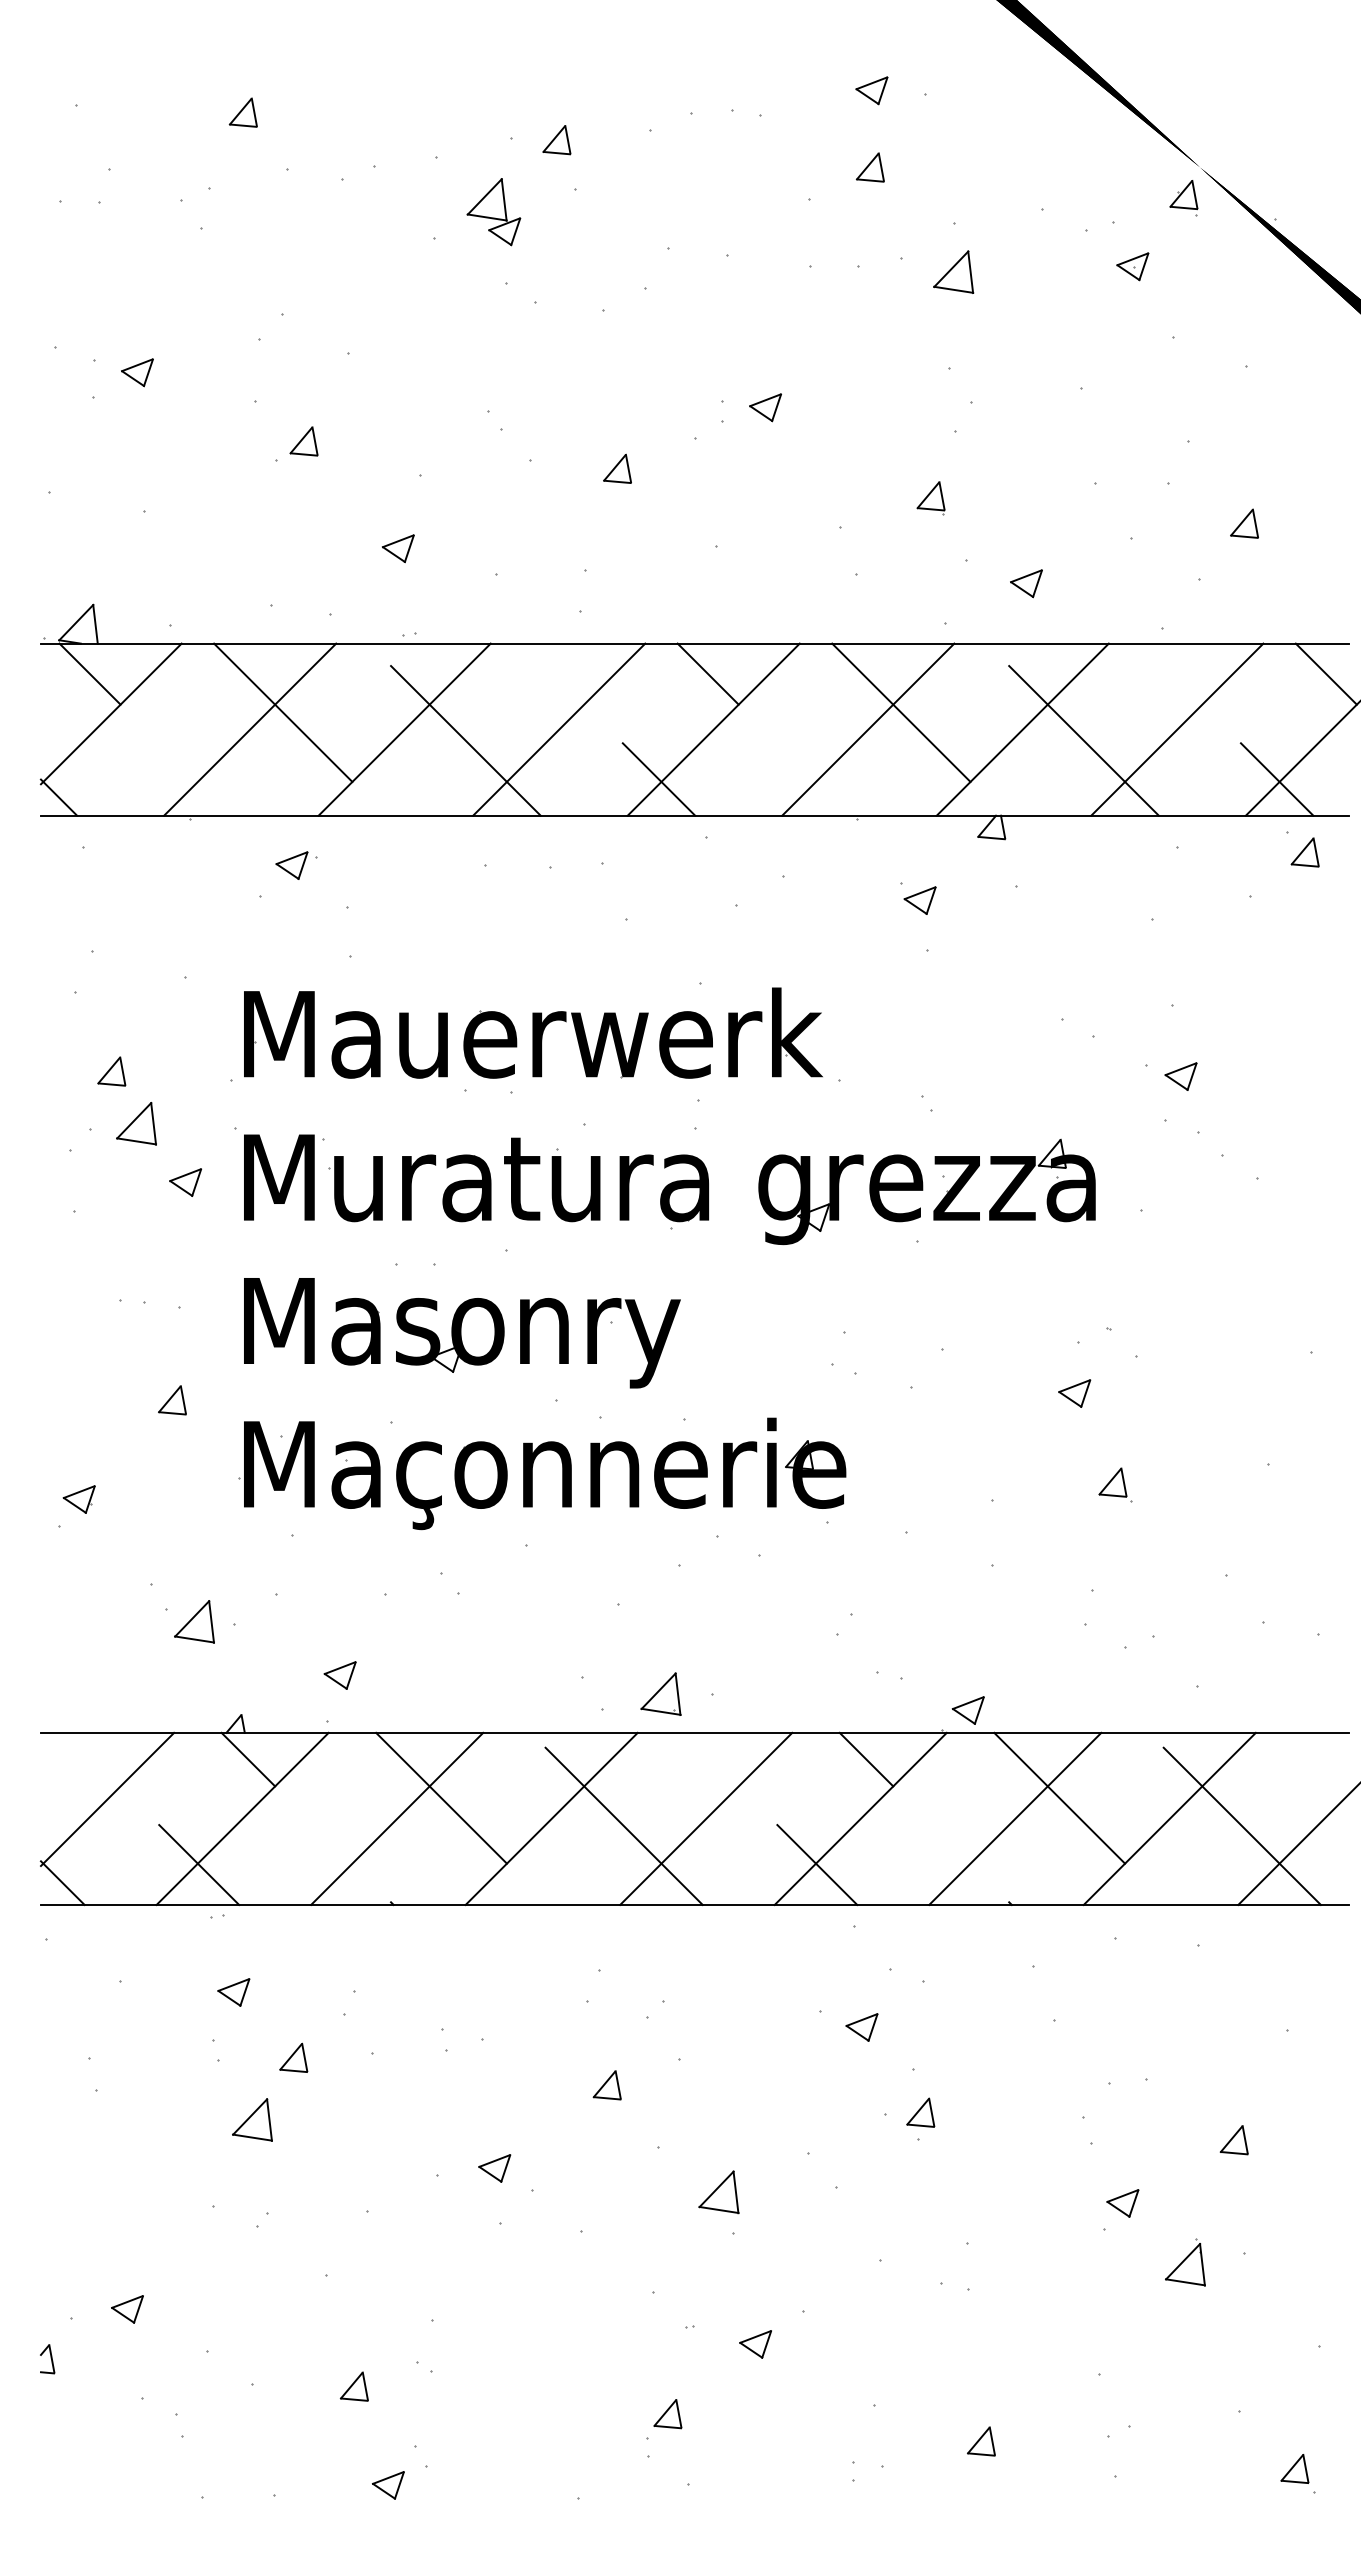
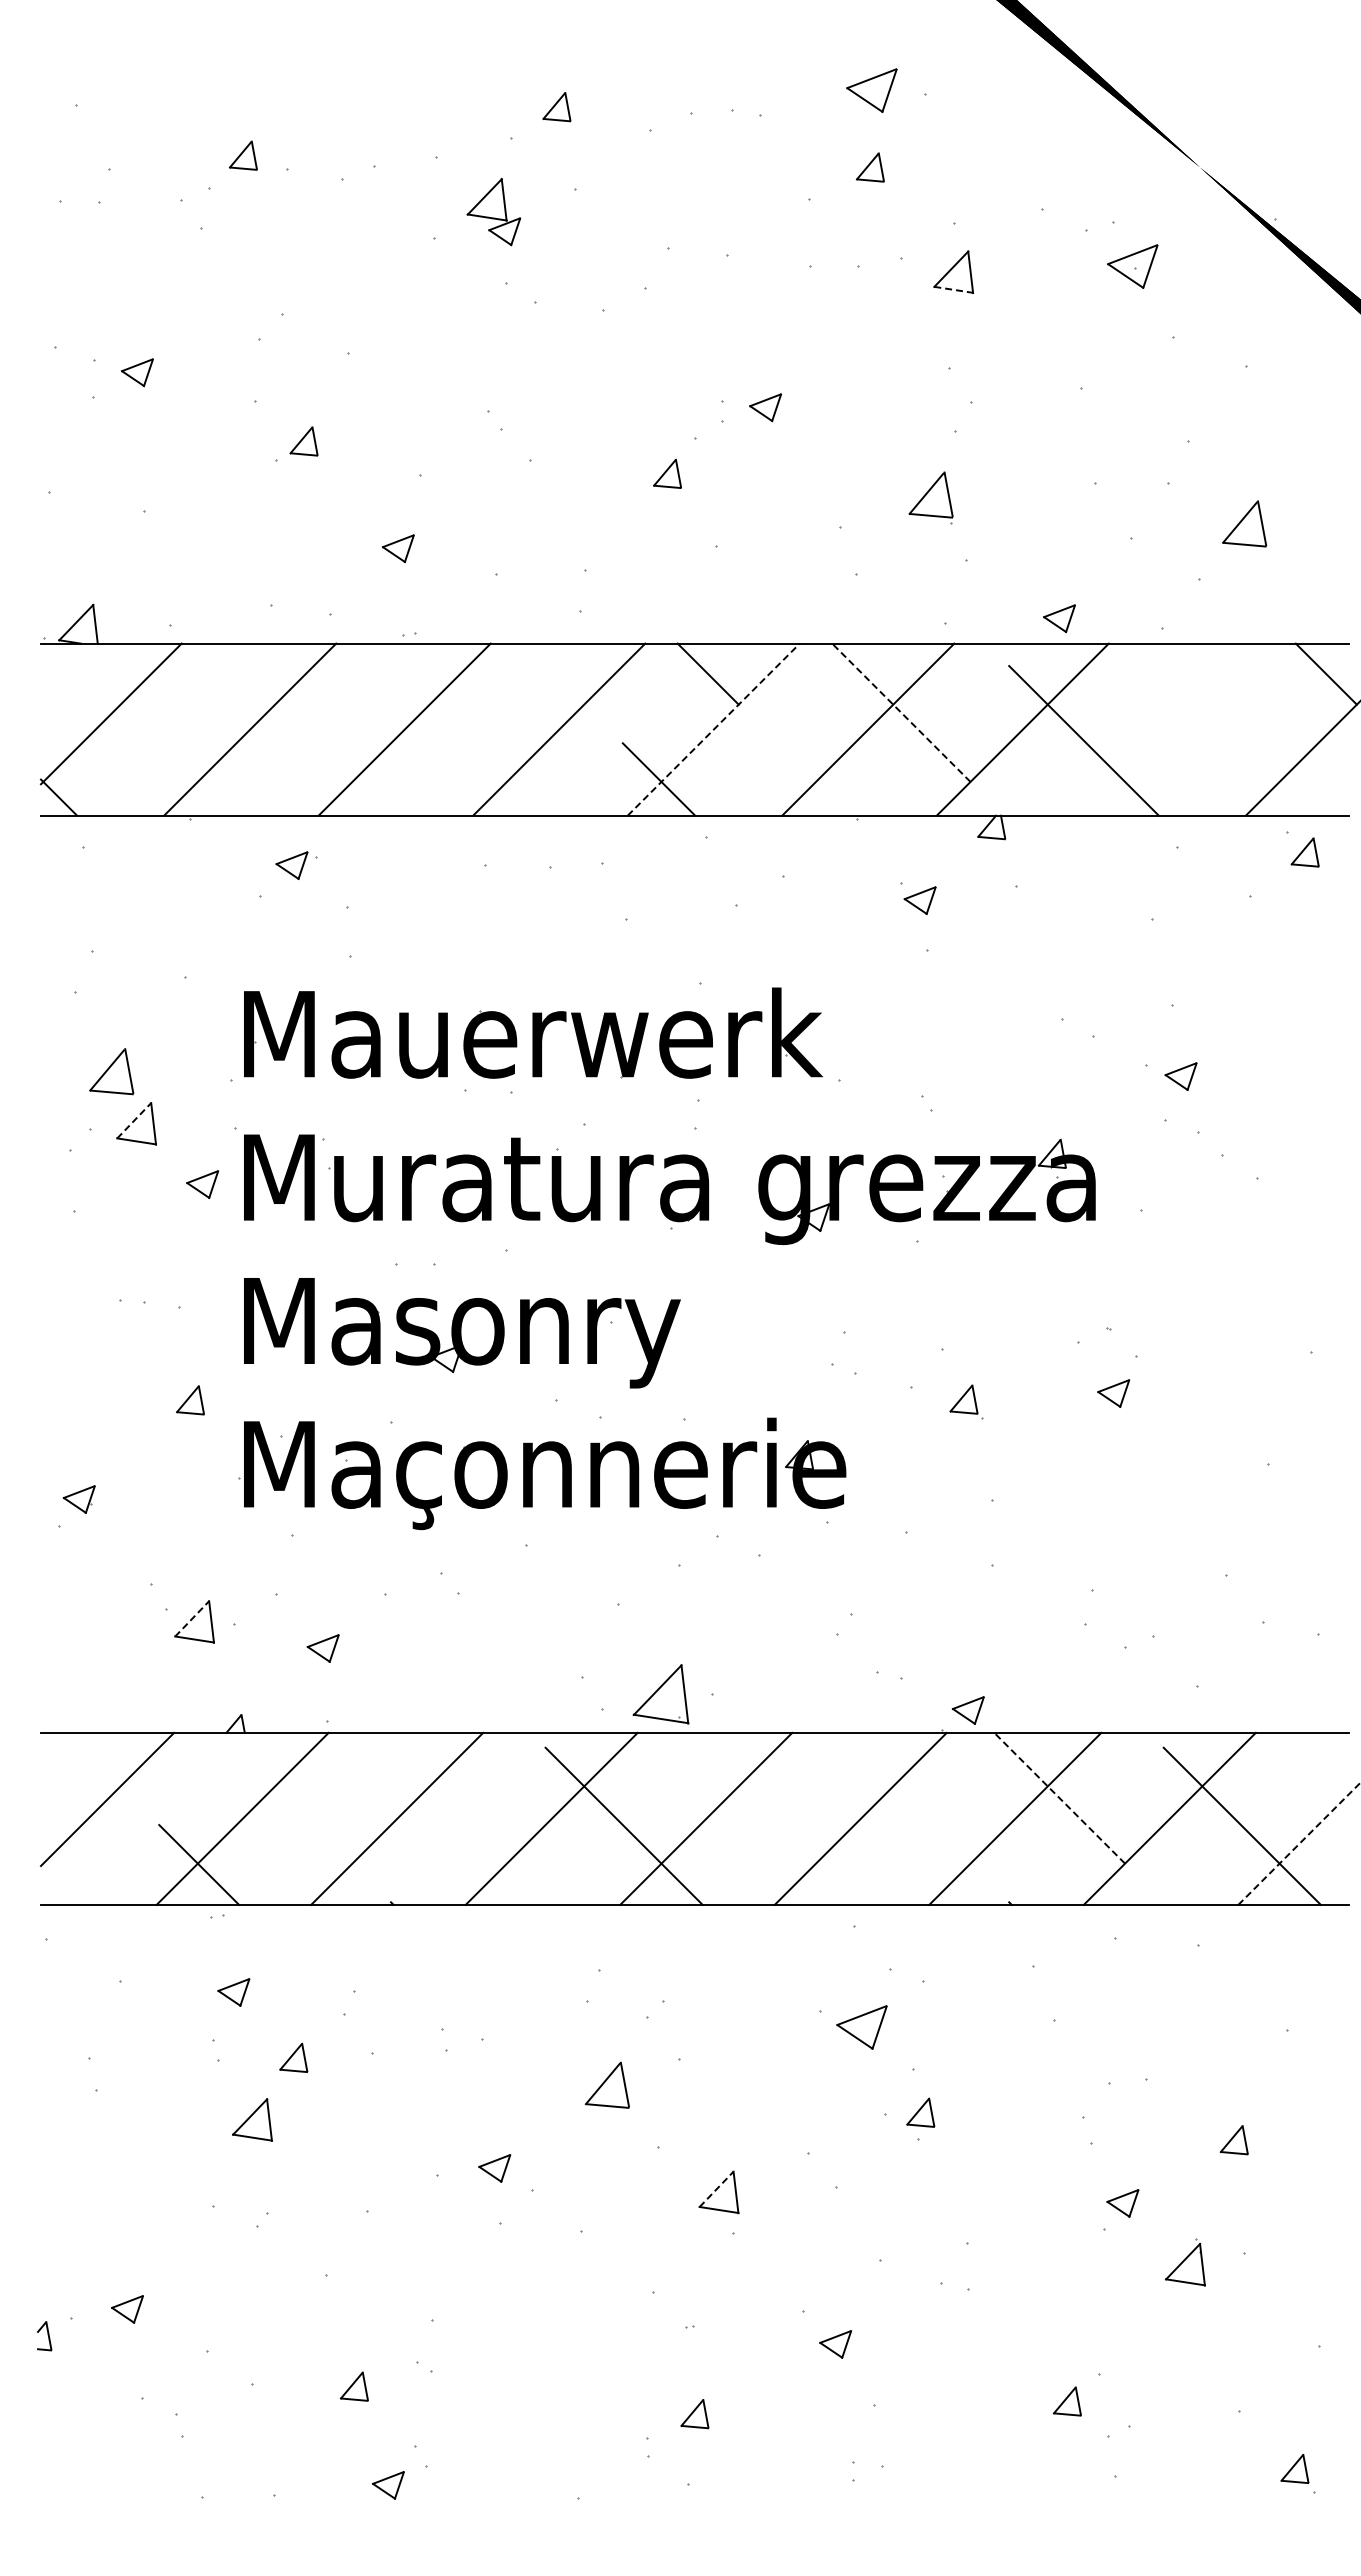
part at (871, 90) size: 34x30 px -> 52x45 px
part at (242, 112) position: (242, 112) -> (242, 155)
part at (556, 140) position: (556, 140) -> (556, 107)
part at (1183, 198): present -> none
part at (1132, 266) size: 34x30 px -> 52x45 px
line at (953, 289): solid -> dashed
part at (617, 468) position: (617, 468) -> (667, 473)
part at (930, 498) size: 30x35 px -> 46x54 px
part at (1244, 523) size: 29x31 px -> 46x48 px
part at (1026, 583) position: (1026, 583) -> (1059, 618)
line at (89, 673): present -> none
line at (283, 712): present -> none
line at (901, 712): solid -> dashed
line at (713, 729): solid -> dashed
line at (1177, 729): present -> none
line at (465, 740): present -> none
line at (1276, 779): present -> none
part at (111, 1071) size: 30x31 px -> 46x48 px
line at (134, 1120): solid -> dashed
part at (185, 1182) position: (185, 1182) -> (202, 1184)
part at (1074, 1393) position: (1074, 1393) -> (1113, 1393)
part at (172, 1400) position: (172, 1400) -> (190, 1400)
part at (1115, 1484) position: (1115, 1484) -> (966, 1401)
line at (192, 1618): solid -> dashed
part at (339, 1675) position: (339, 1675) -> (322, 1648)
part at (660, 1693) size: 42x44 px -> 58x61 px
line at (248, 1759): present -> none
line at (866, 1759): present -> none
line at (441, 1797): present -> none
line at (1059, 1797): solid -> dashed
line at (1299, 1843): solid -> dashed
line at (817, 1864): present -> none
line at (62, 1882): present -> none
part at (861, 2027) size: 34x29 px -> 52x45 px
part at (606, 2085) size: 30x31 px -> 46x48 px
line at (716, 2189): solid -> dashed
part at (755, 2344) position: (755, 2344) -> (835, 2344)
part at (47, 2359) position: (47, 2359) -> (44, 2336)
part at (667, 2414) position: (667, 2414) -> (694, 2414)
part at (981, 2441) position: (981, 2441) -> (1067, 2401)
